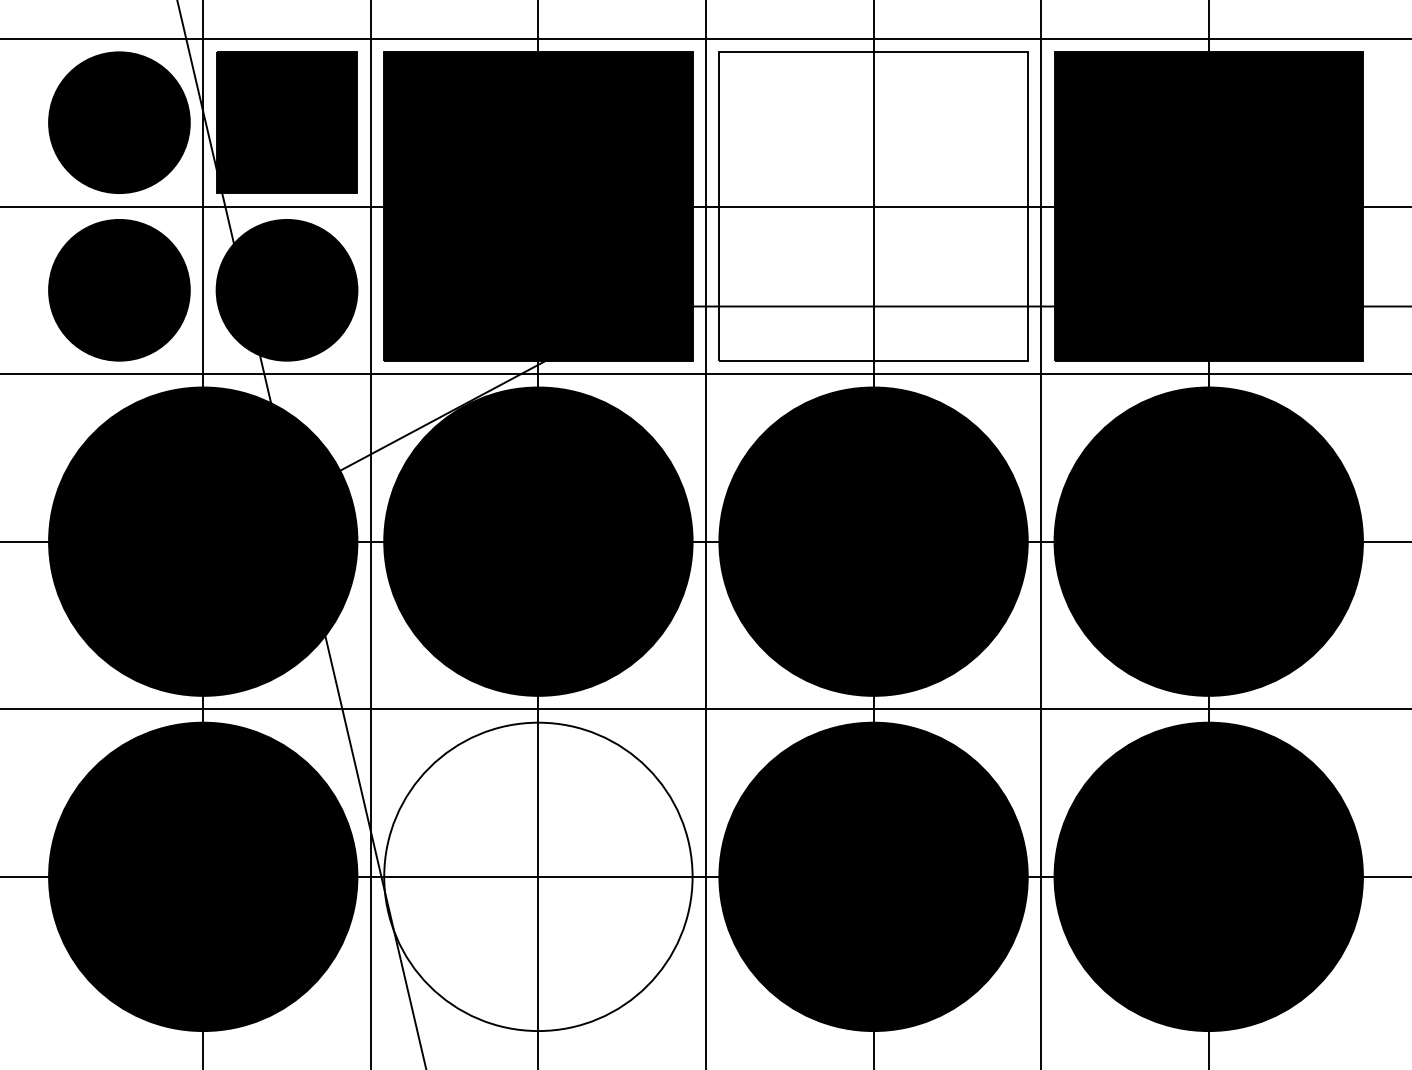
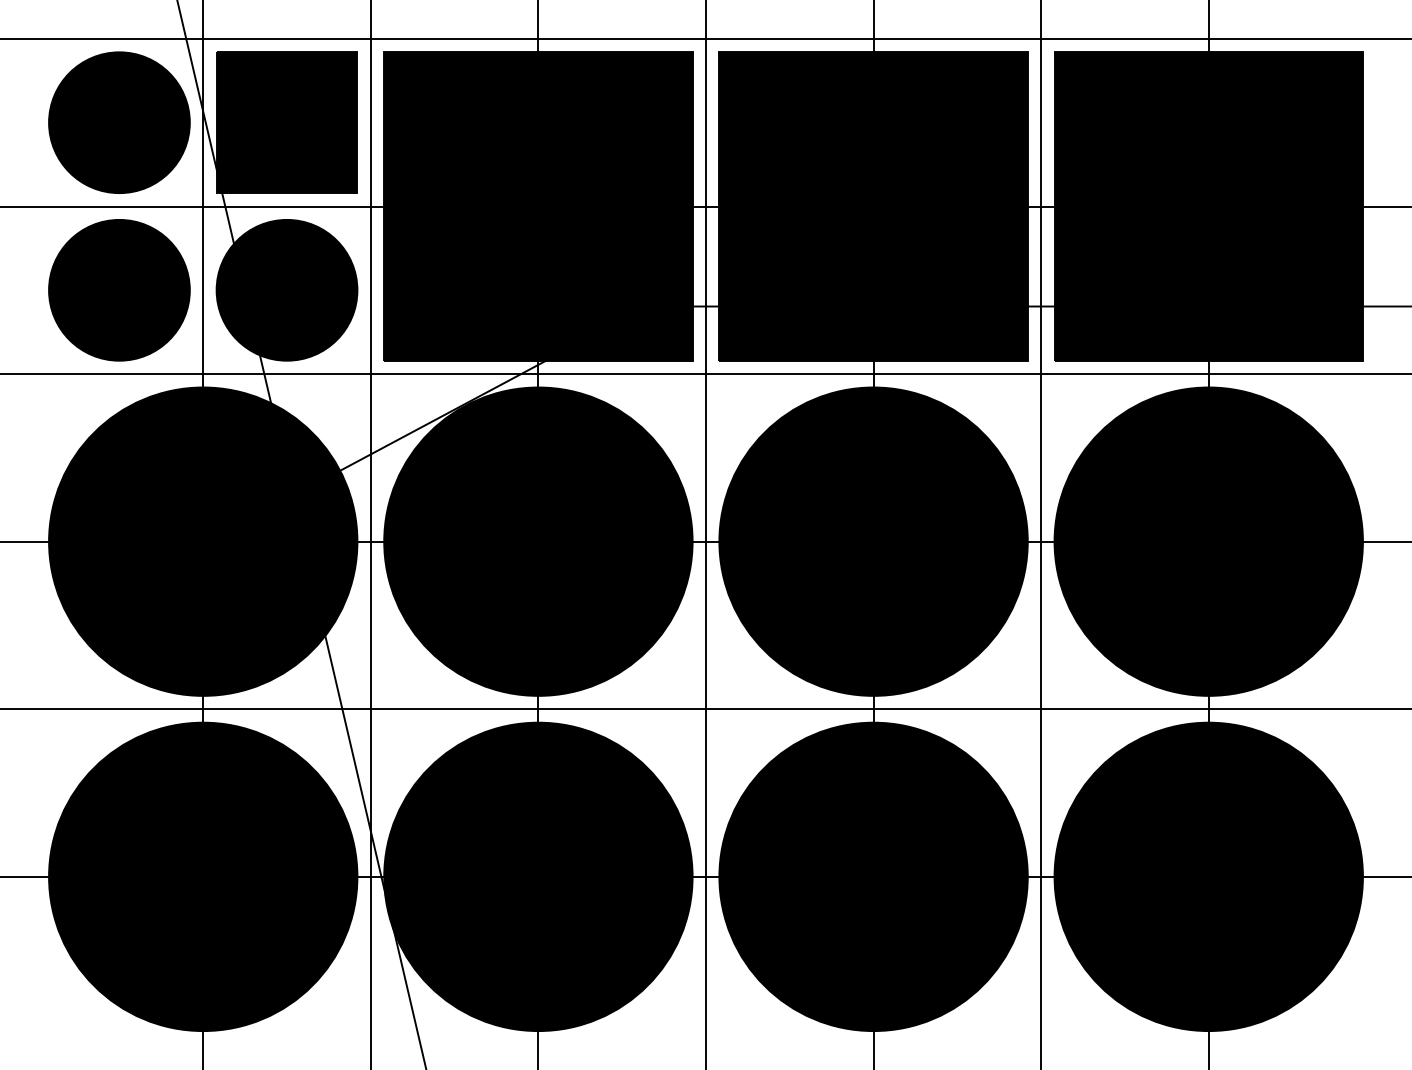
fill at (873, 206): none -> present
fill at (538, 876): none -> present
